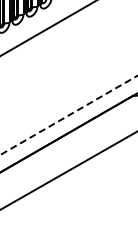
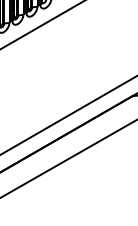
line at (47, 28) position: (47, 28) -> (42, 25)
line at (69, 115): dashed -> solid
line at (68, 170) position: (68, 170) -> (68, 158)
